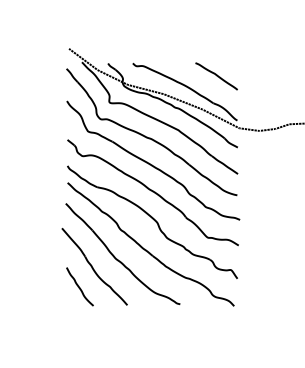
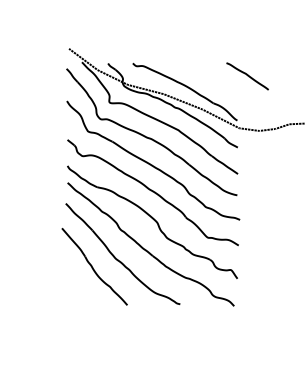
curve at (216, 76) position: (216, 76) -> (247, 76)
curve at (79, 286): present -> none
